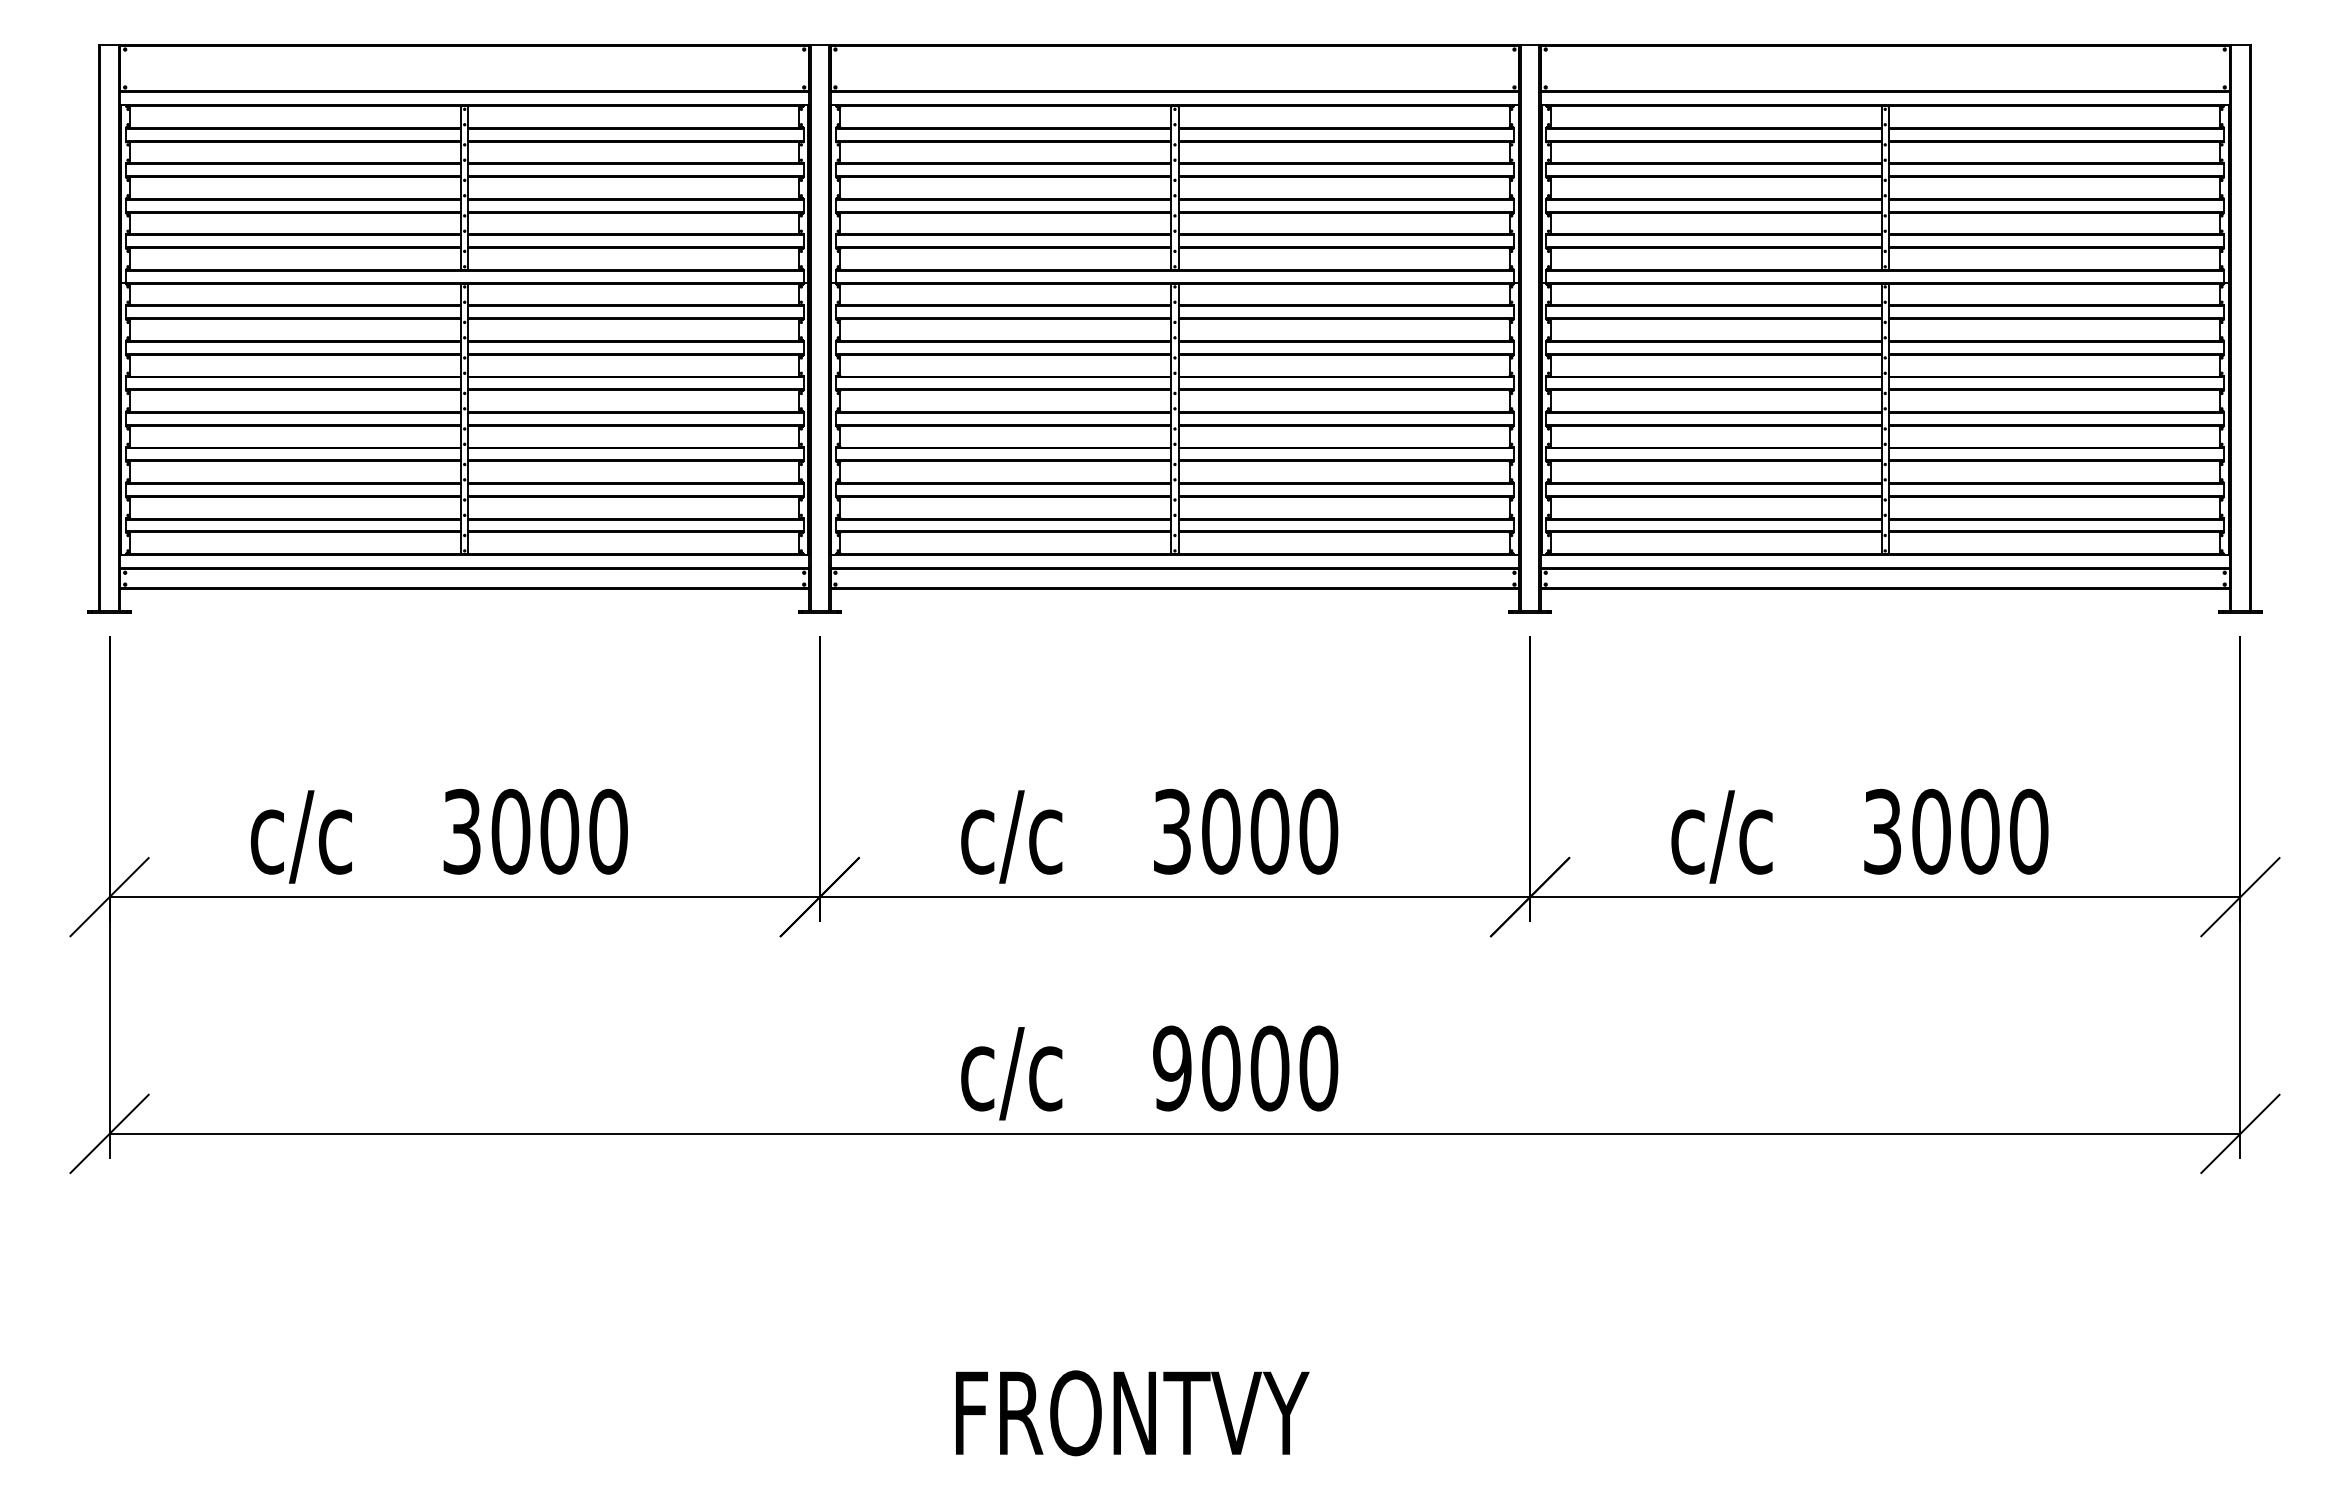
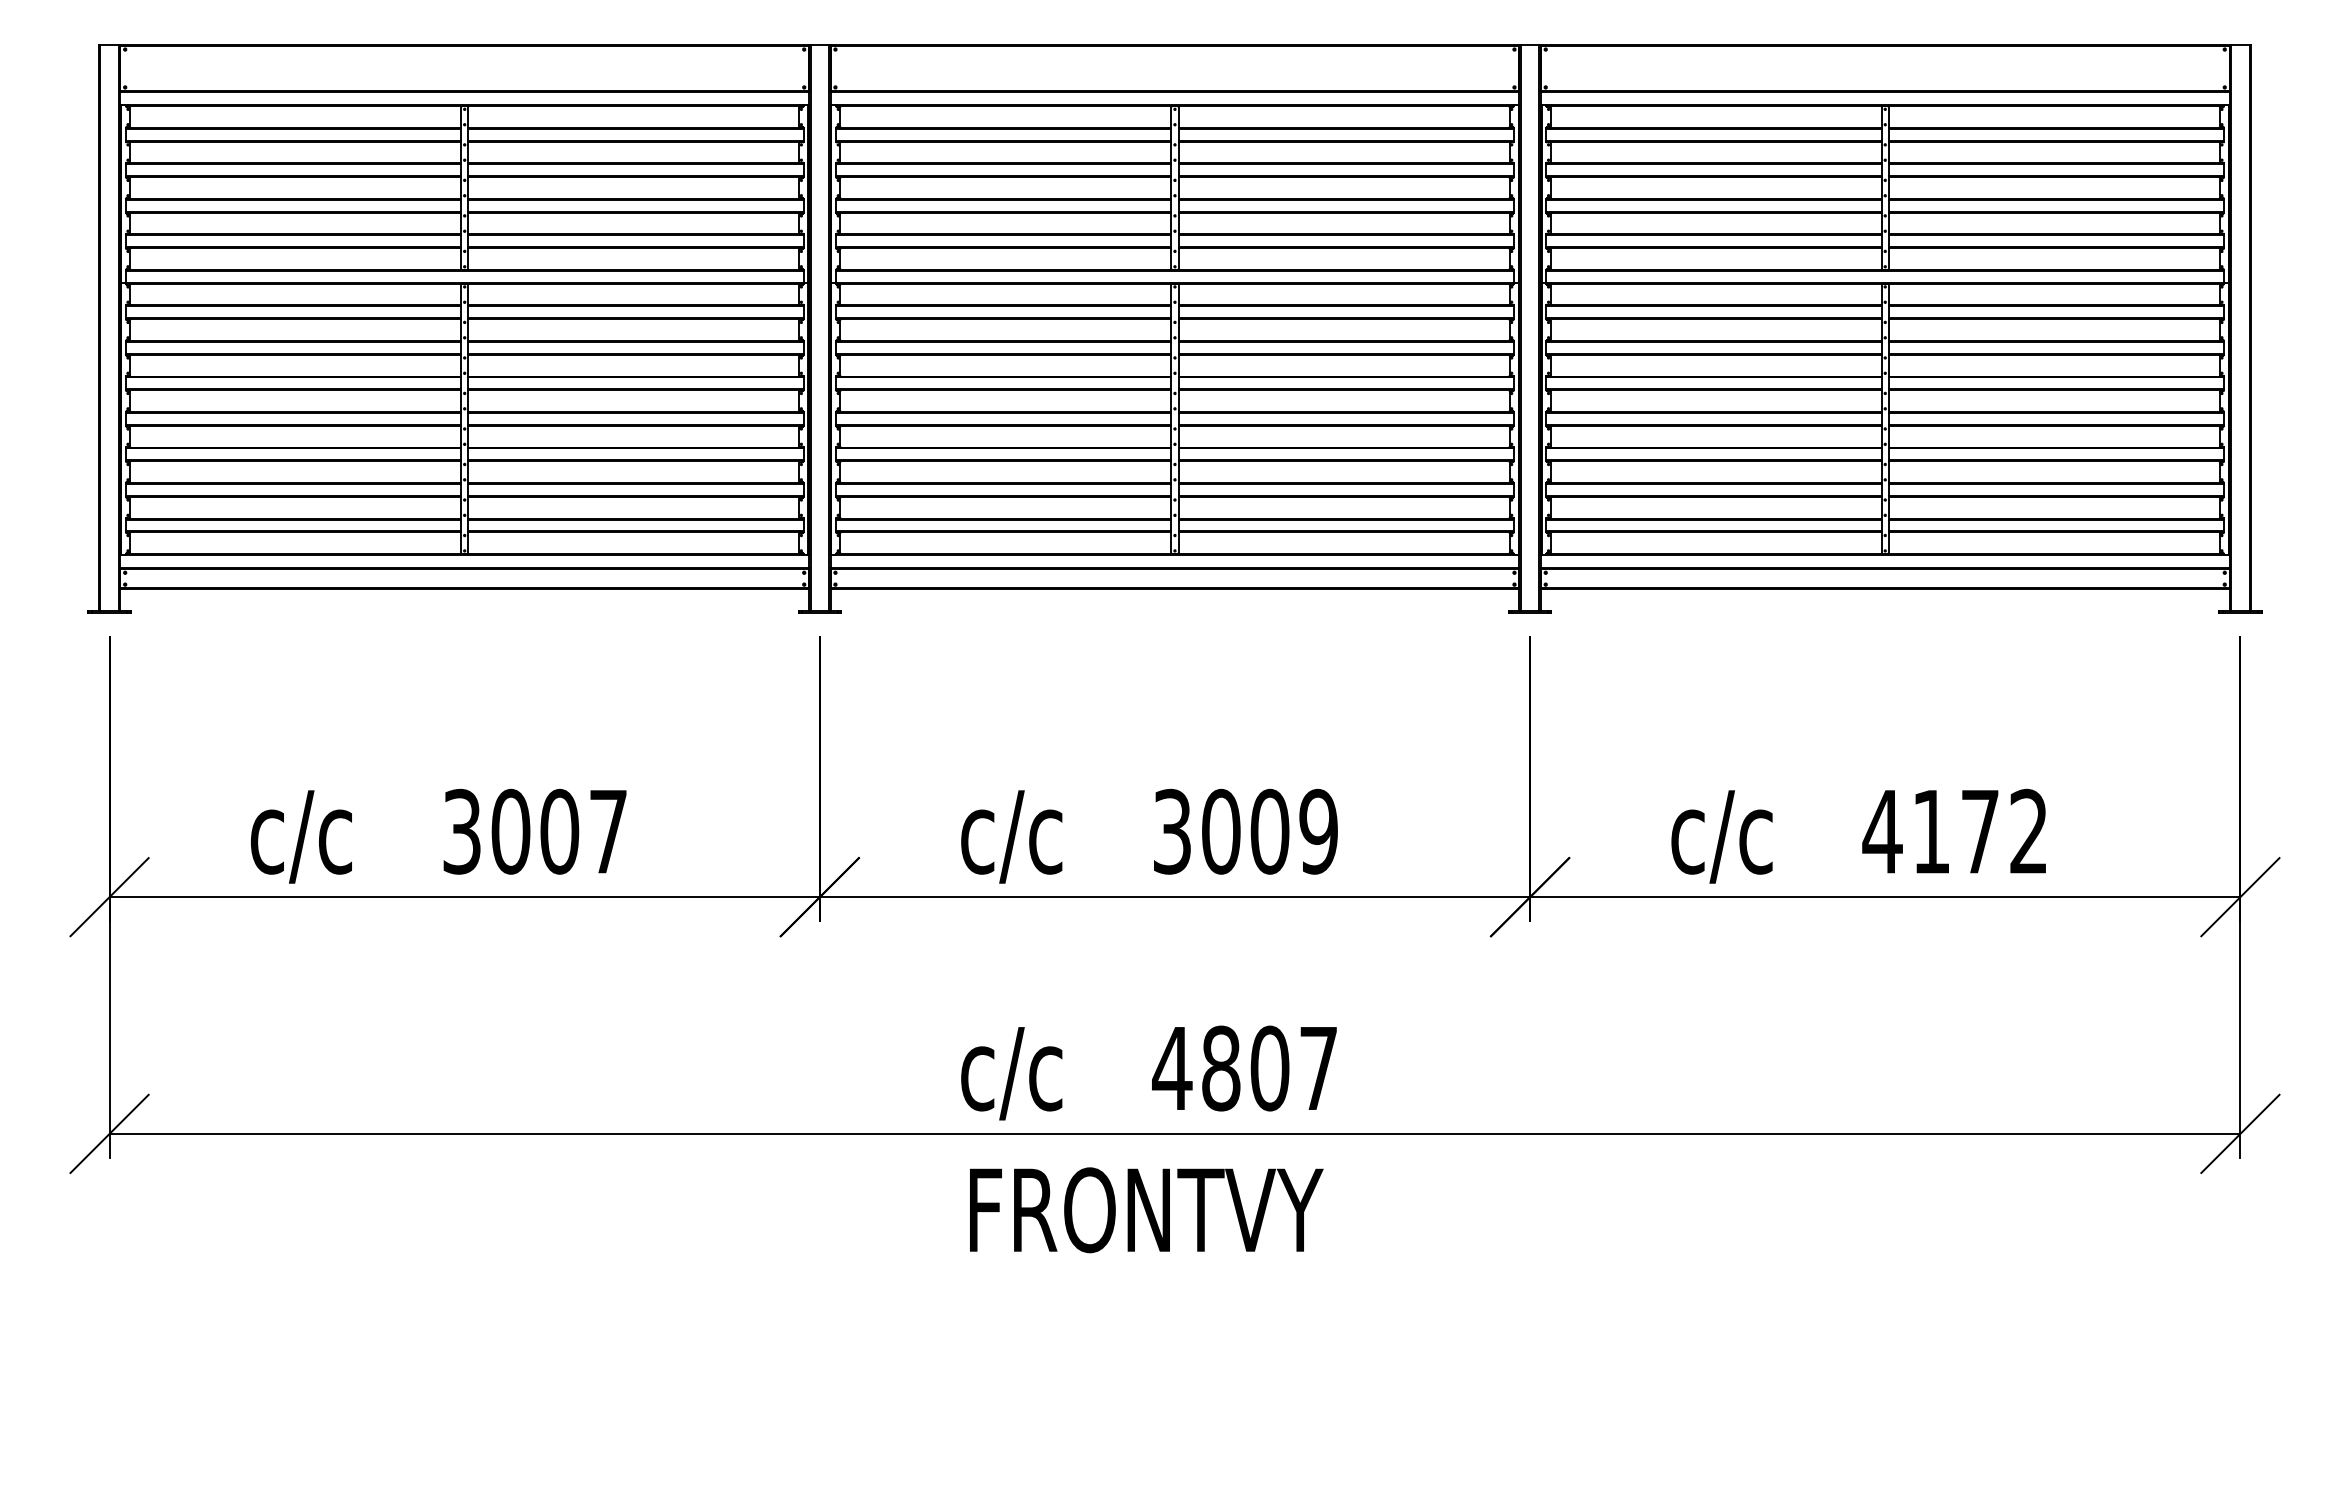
text at (608, 831): 3000 -> 3007
text at (1318, 831): 3000 -> 3009
text at (1955, 831): 3000 -> 4172
text at (1245, 1068): 9000 -> 4807
text at (1132, 1413) position: (1132, 1413) -> (1146, 1210)
